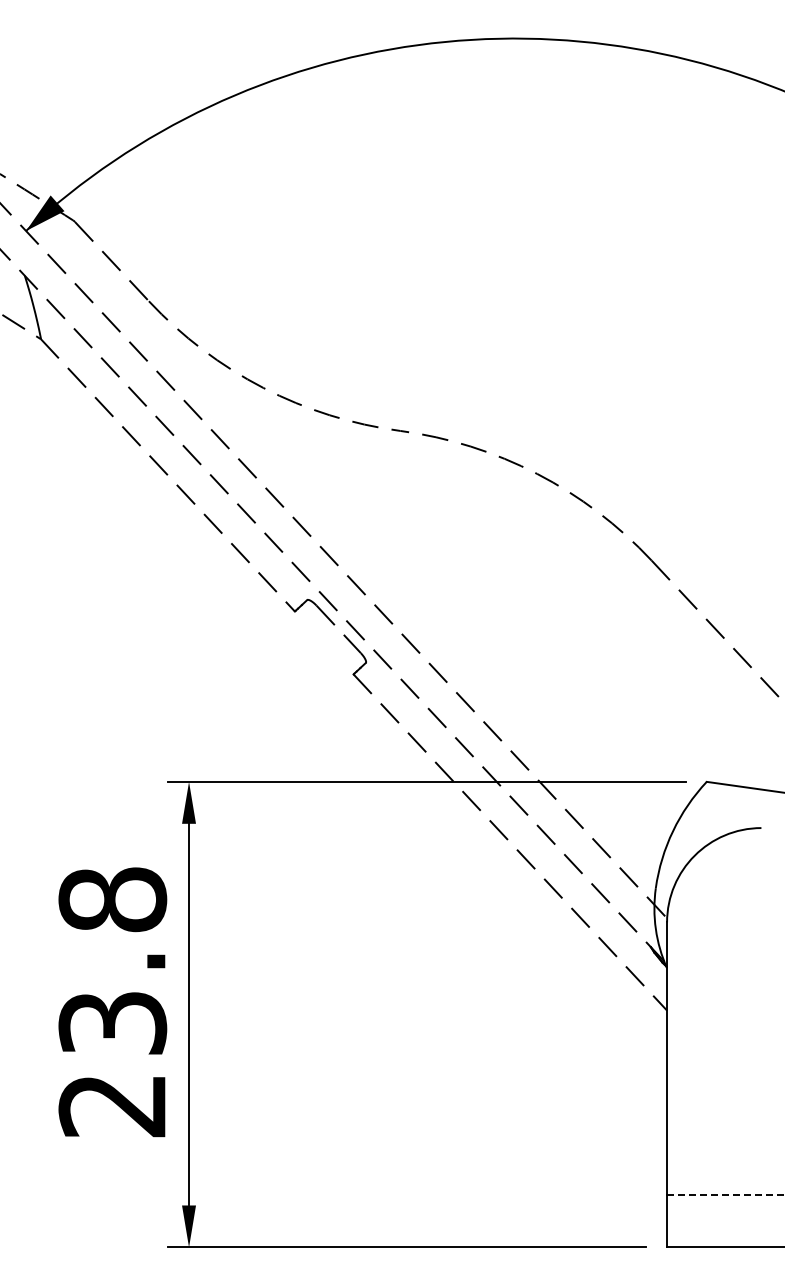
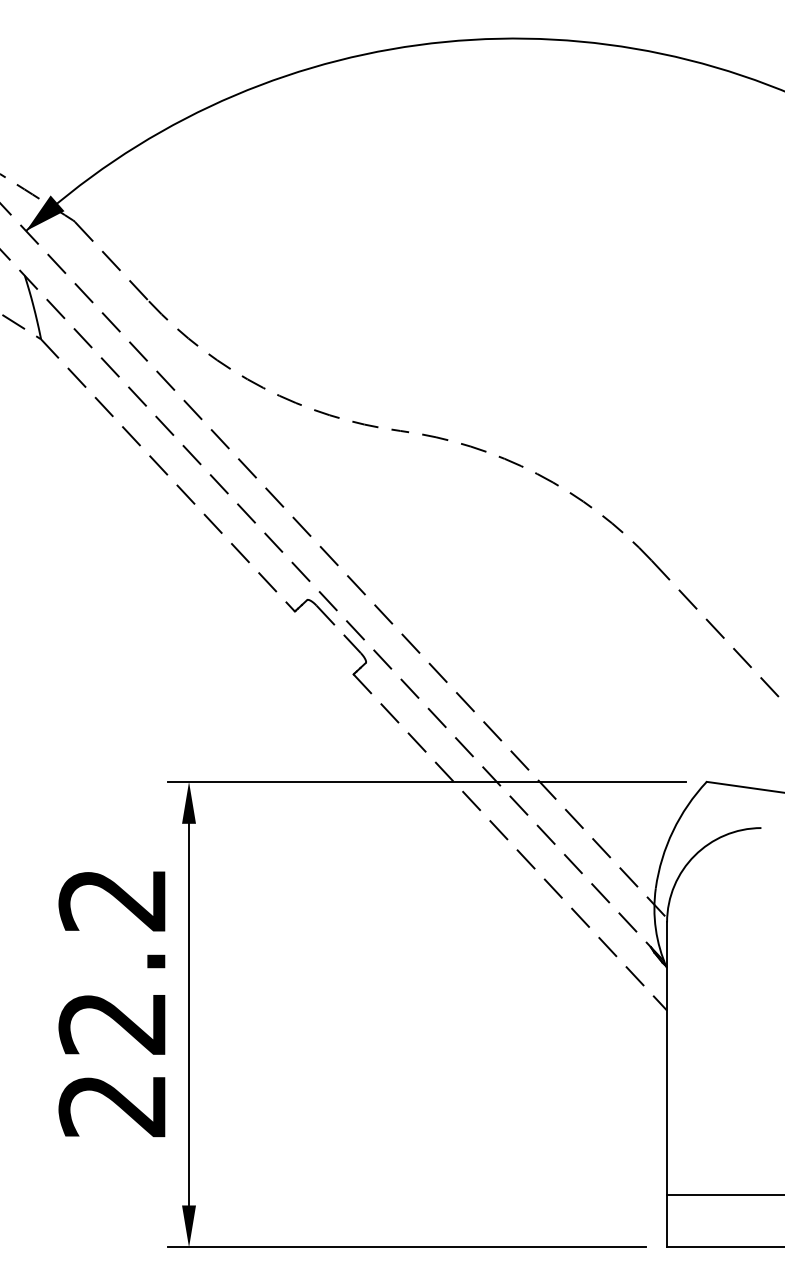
text at (112, 960): 23.8 -> 22.2
line at (725, 1195): dashed -> solid
